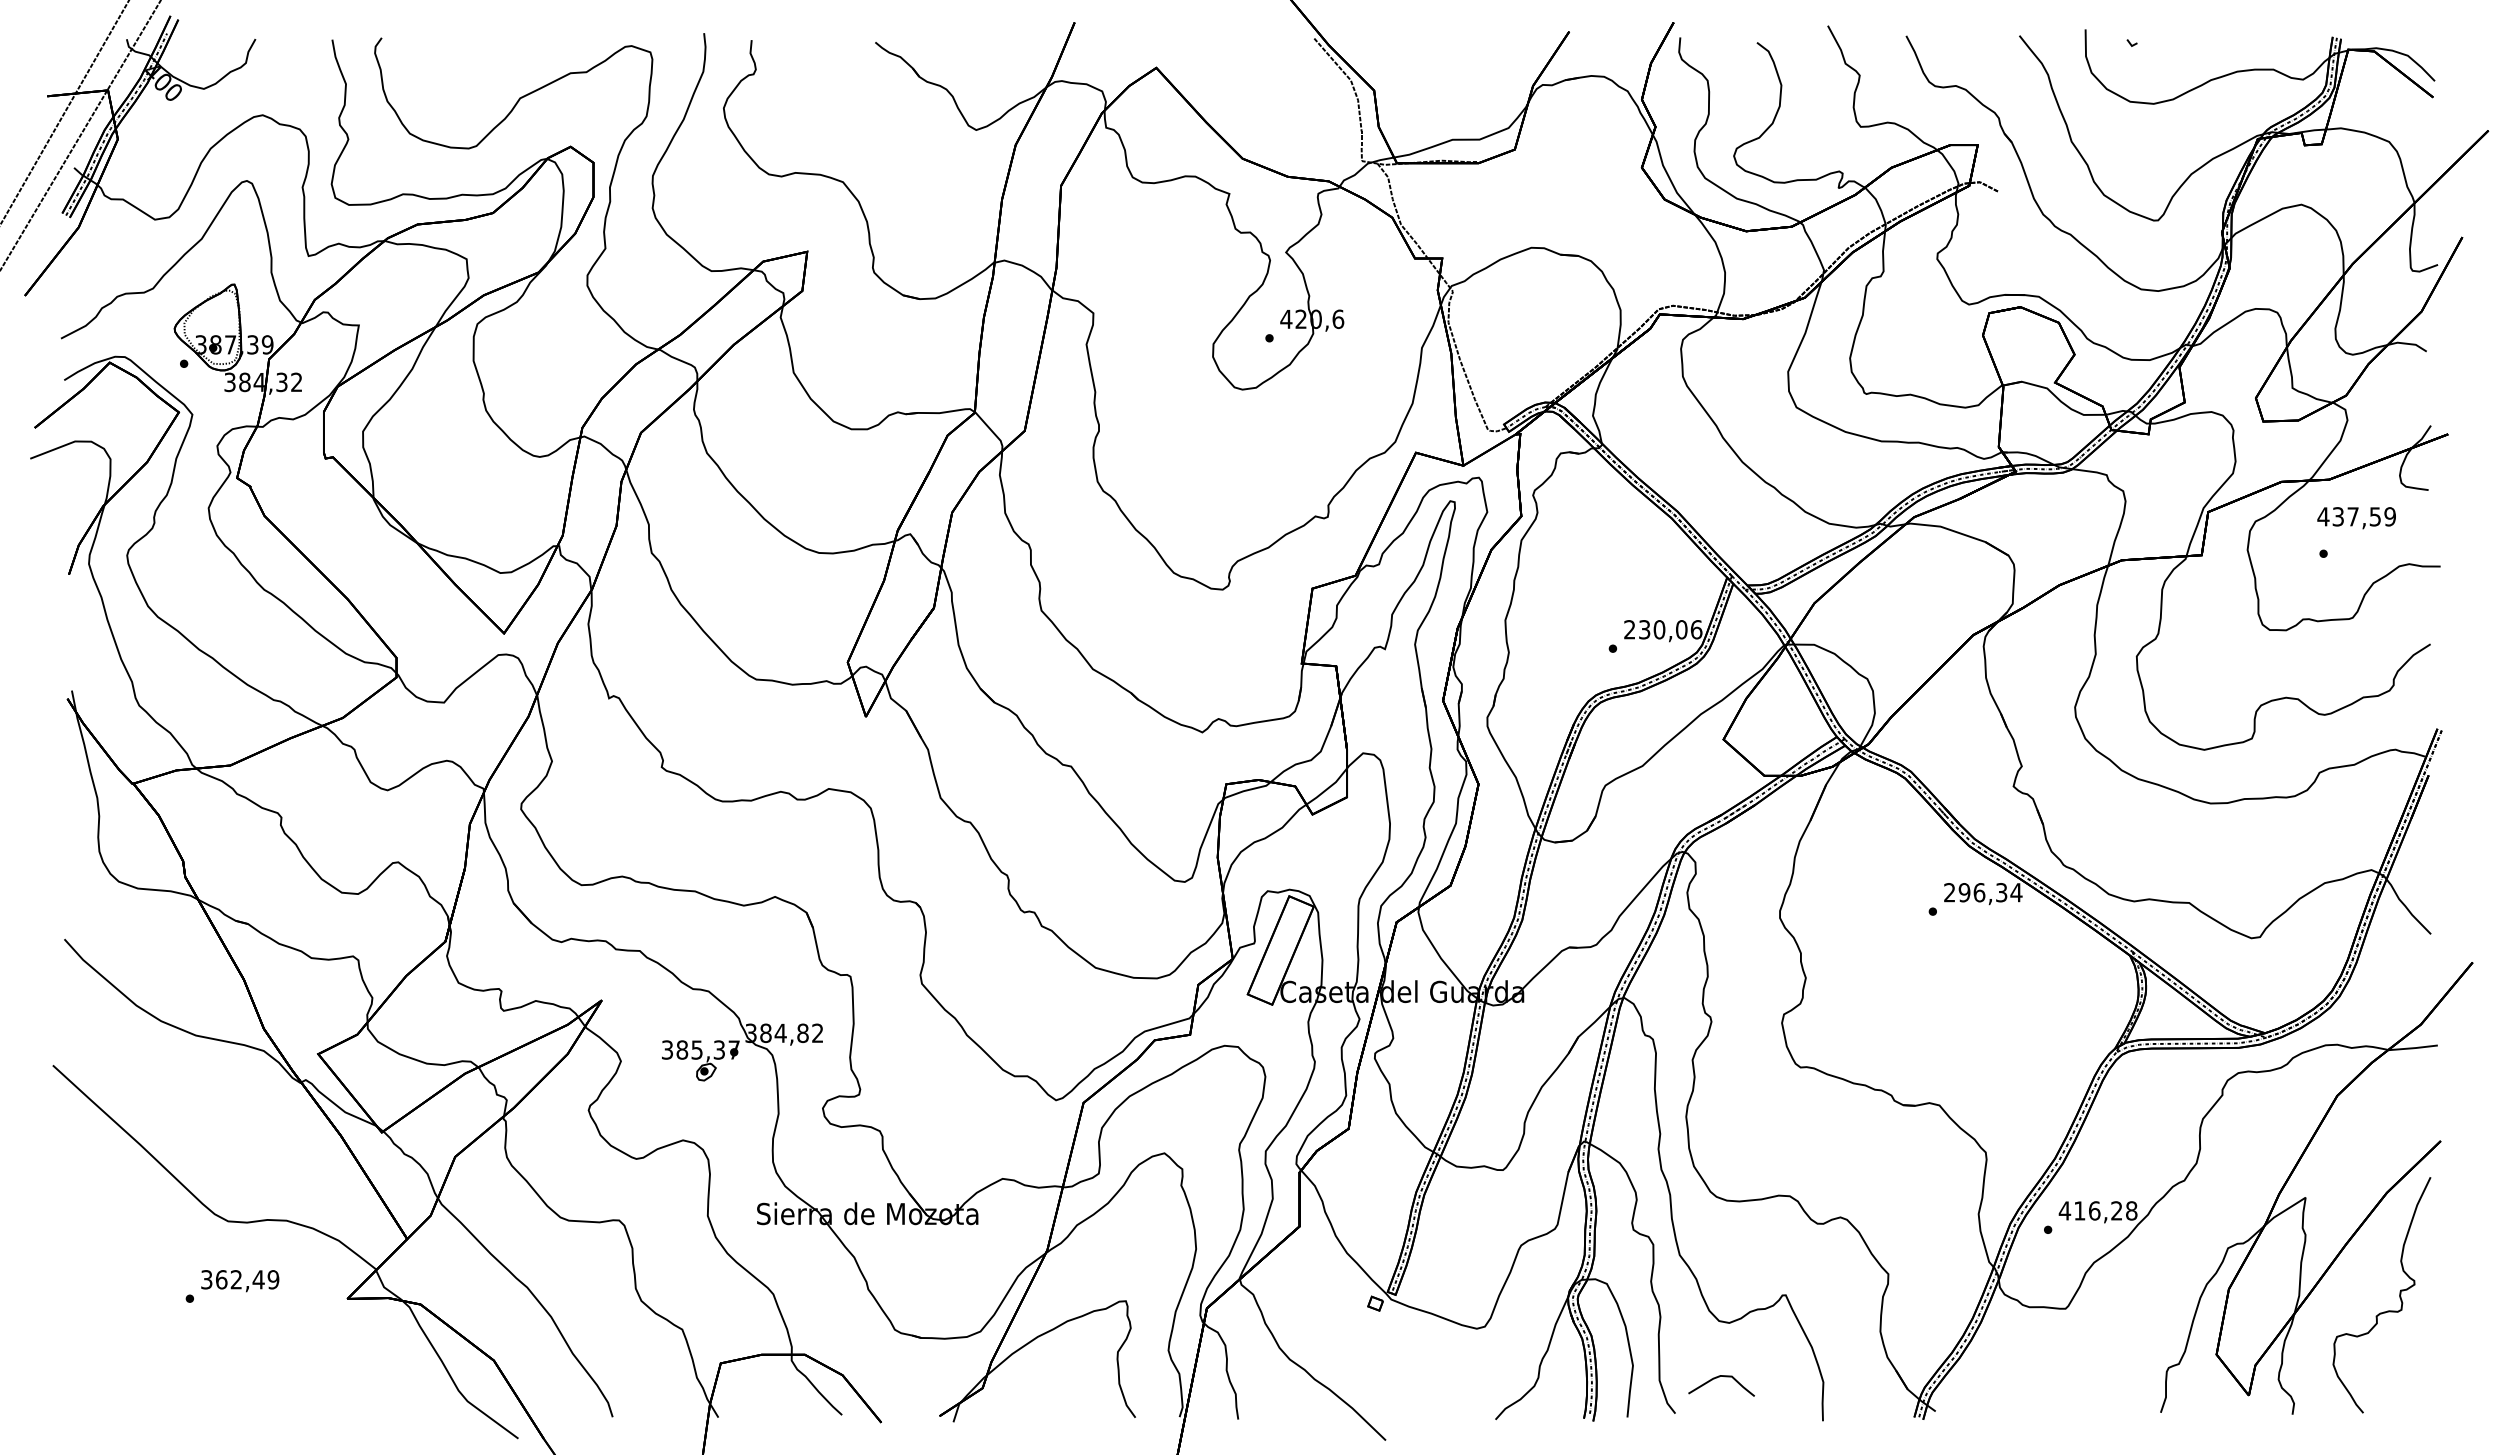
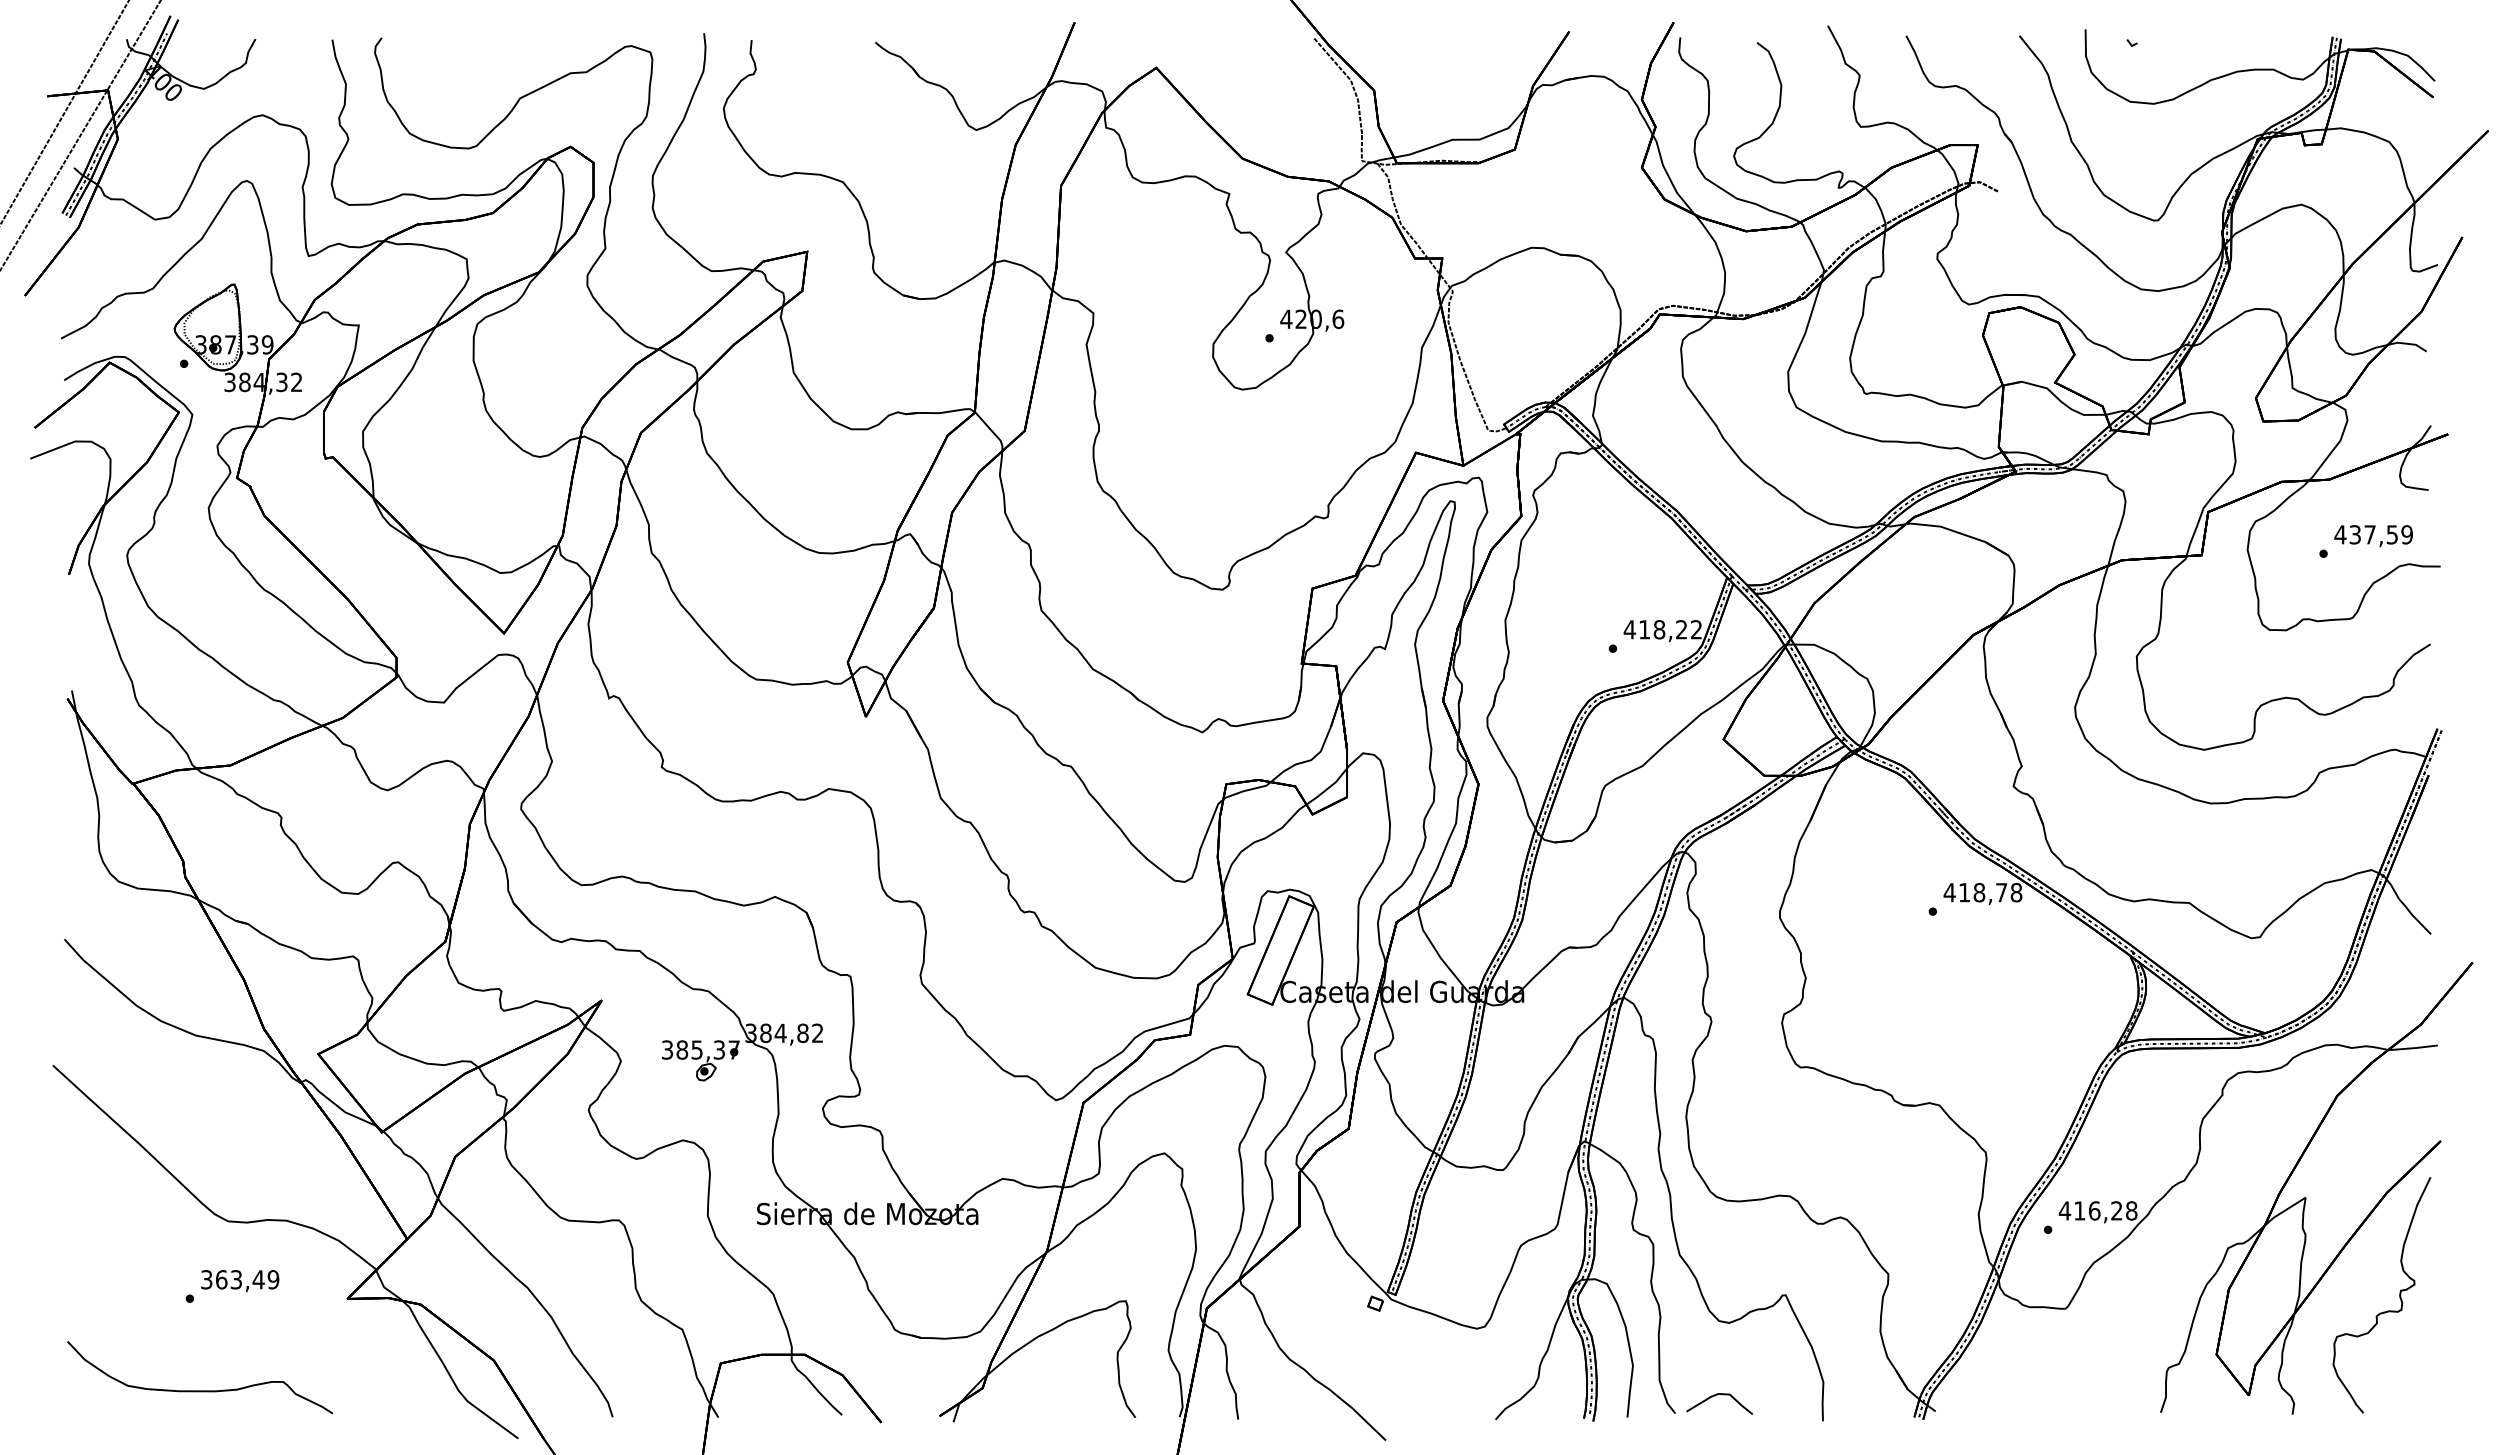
text at (2356, 518) position: (2356, 518) -> (2373, 536)
text at (1662, 629): 230,06 -> 418,22
text at (1982, 892): 296,34 -> 418,78
text at (235, 1279): 362,49 -> 363,49
curve at (1717, 1378) position: (1717, 1378) -> (1715, 1396)
curve at (200, 1390): none -> present
